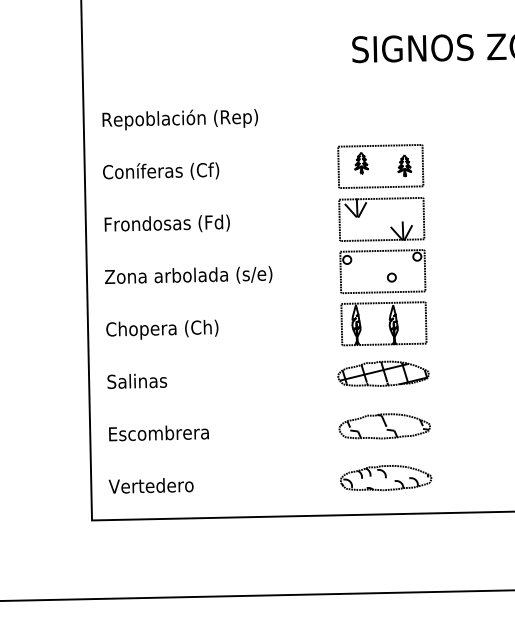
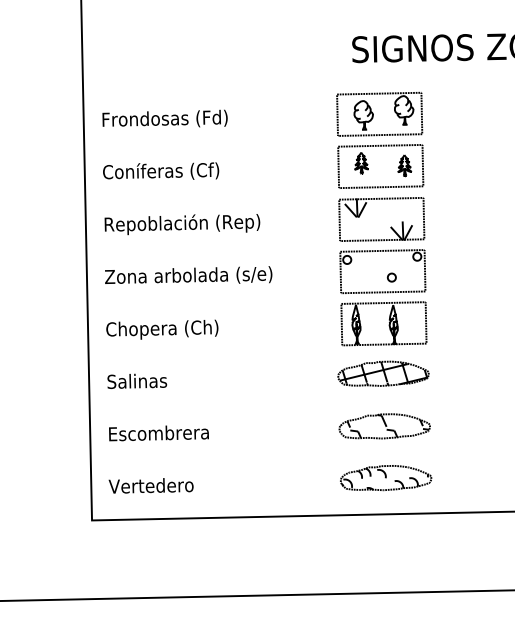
part at (379, 113): none -> present
text at (180, 119): Repoblación (Rep) -> Frondosas (Fd)
text at (183, 224): Frondosas (Fd) -> Repoblación (Rep)
